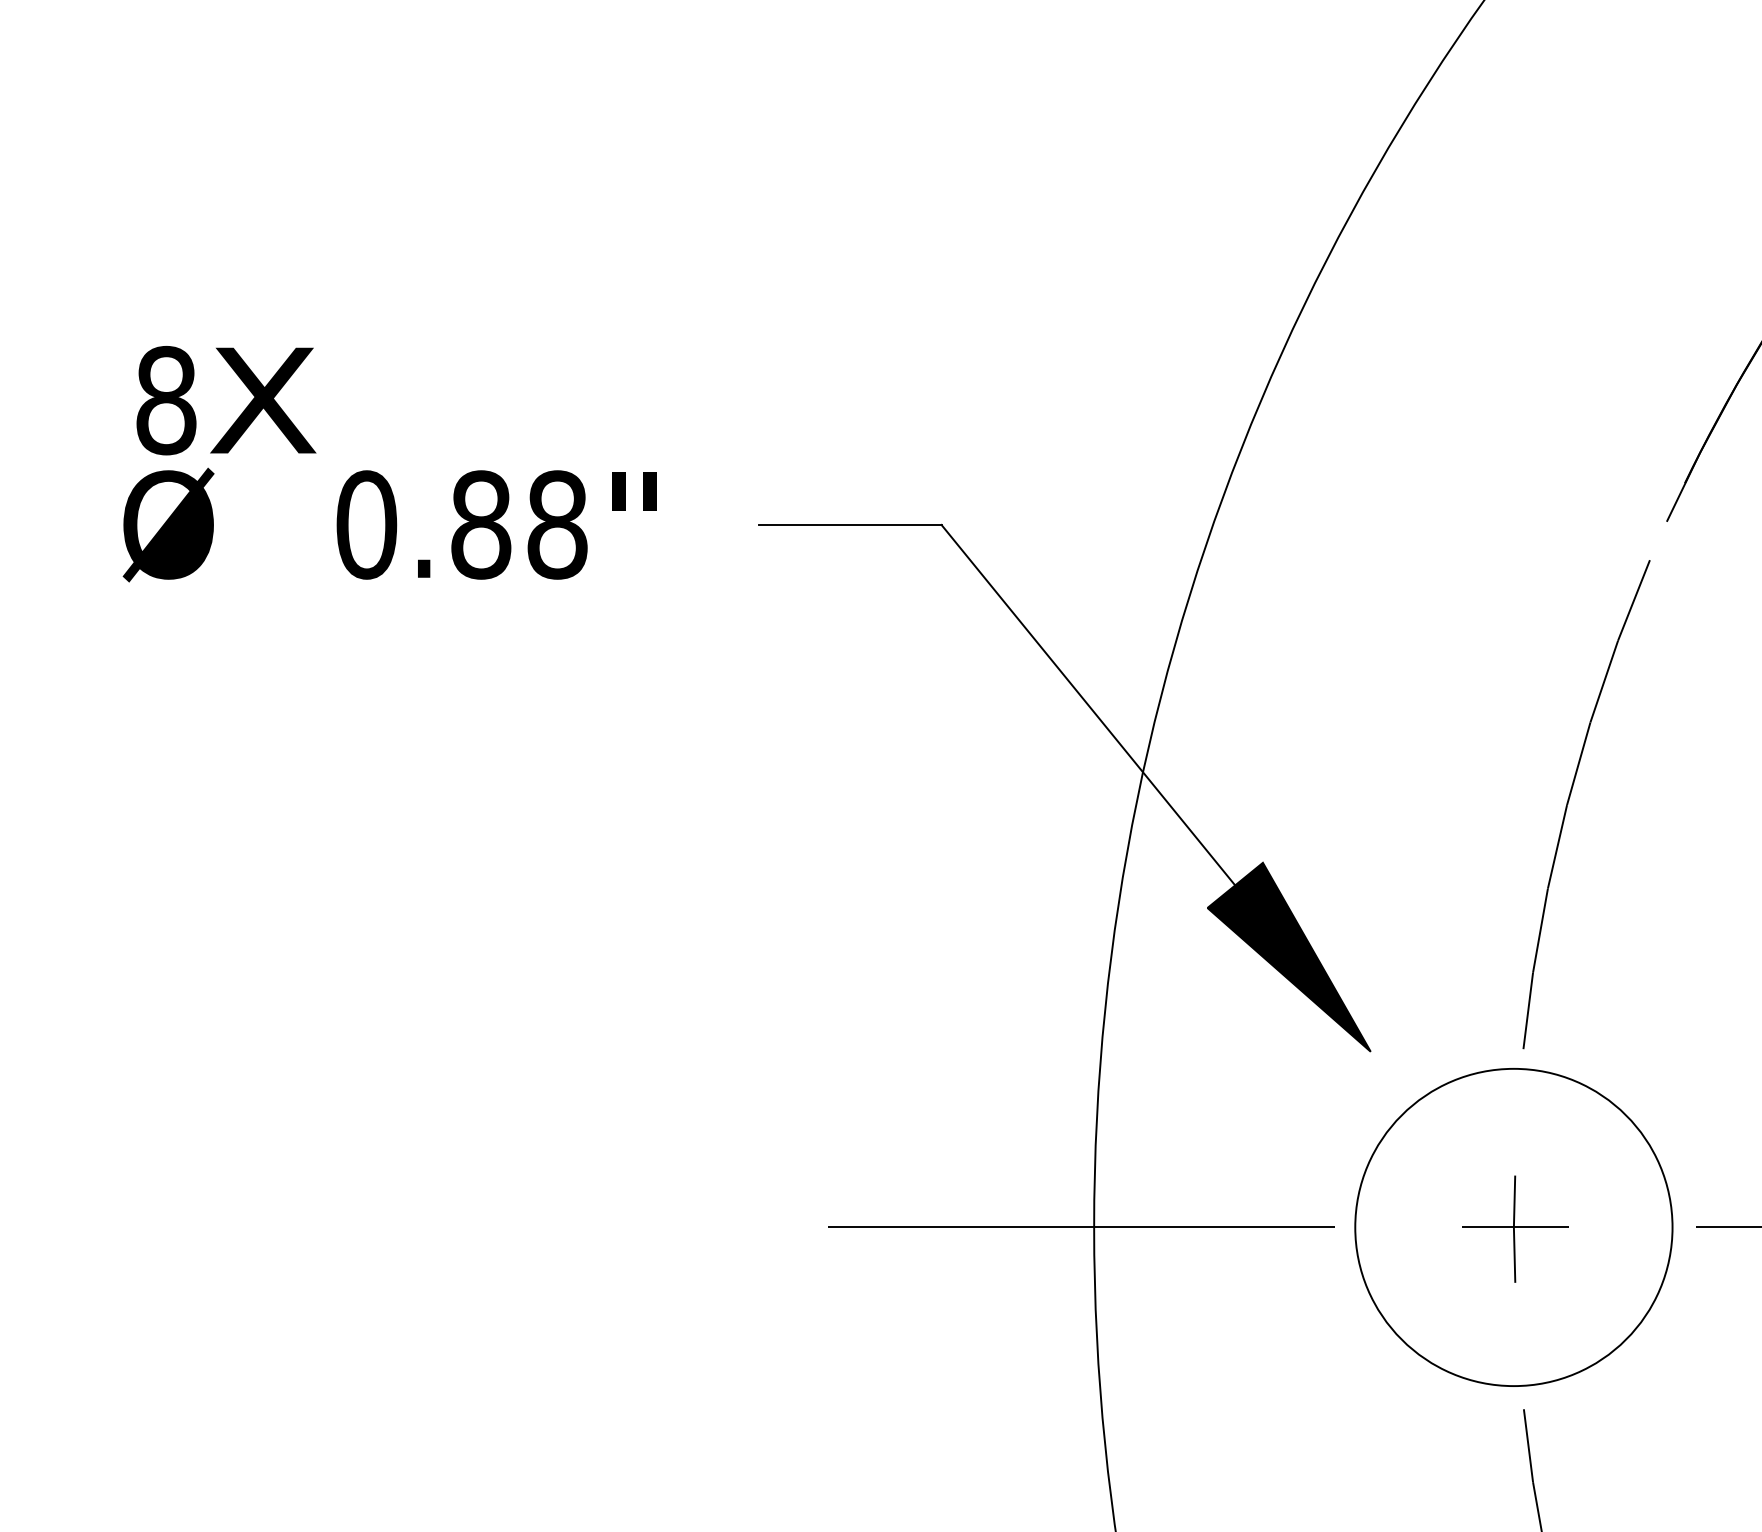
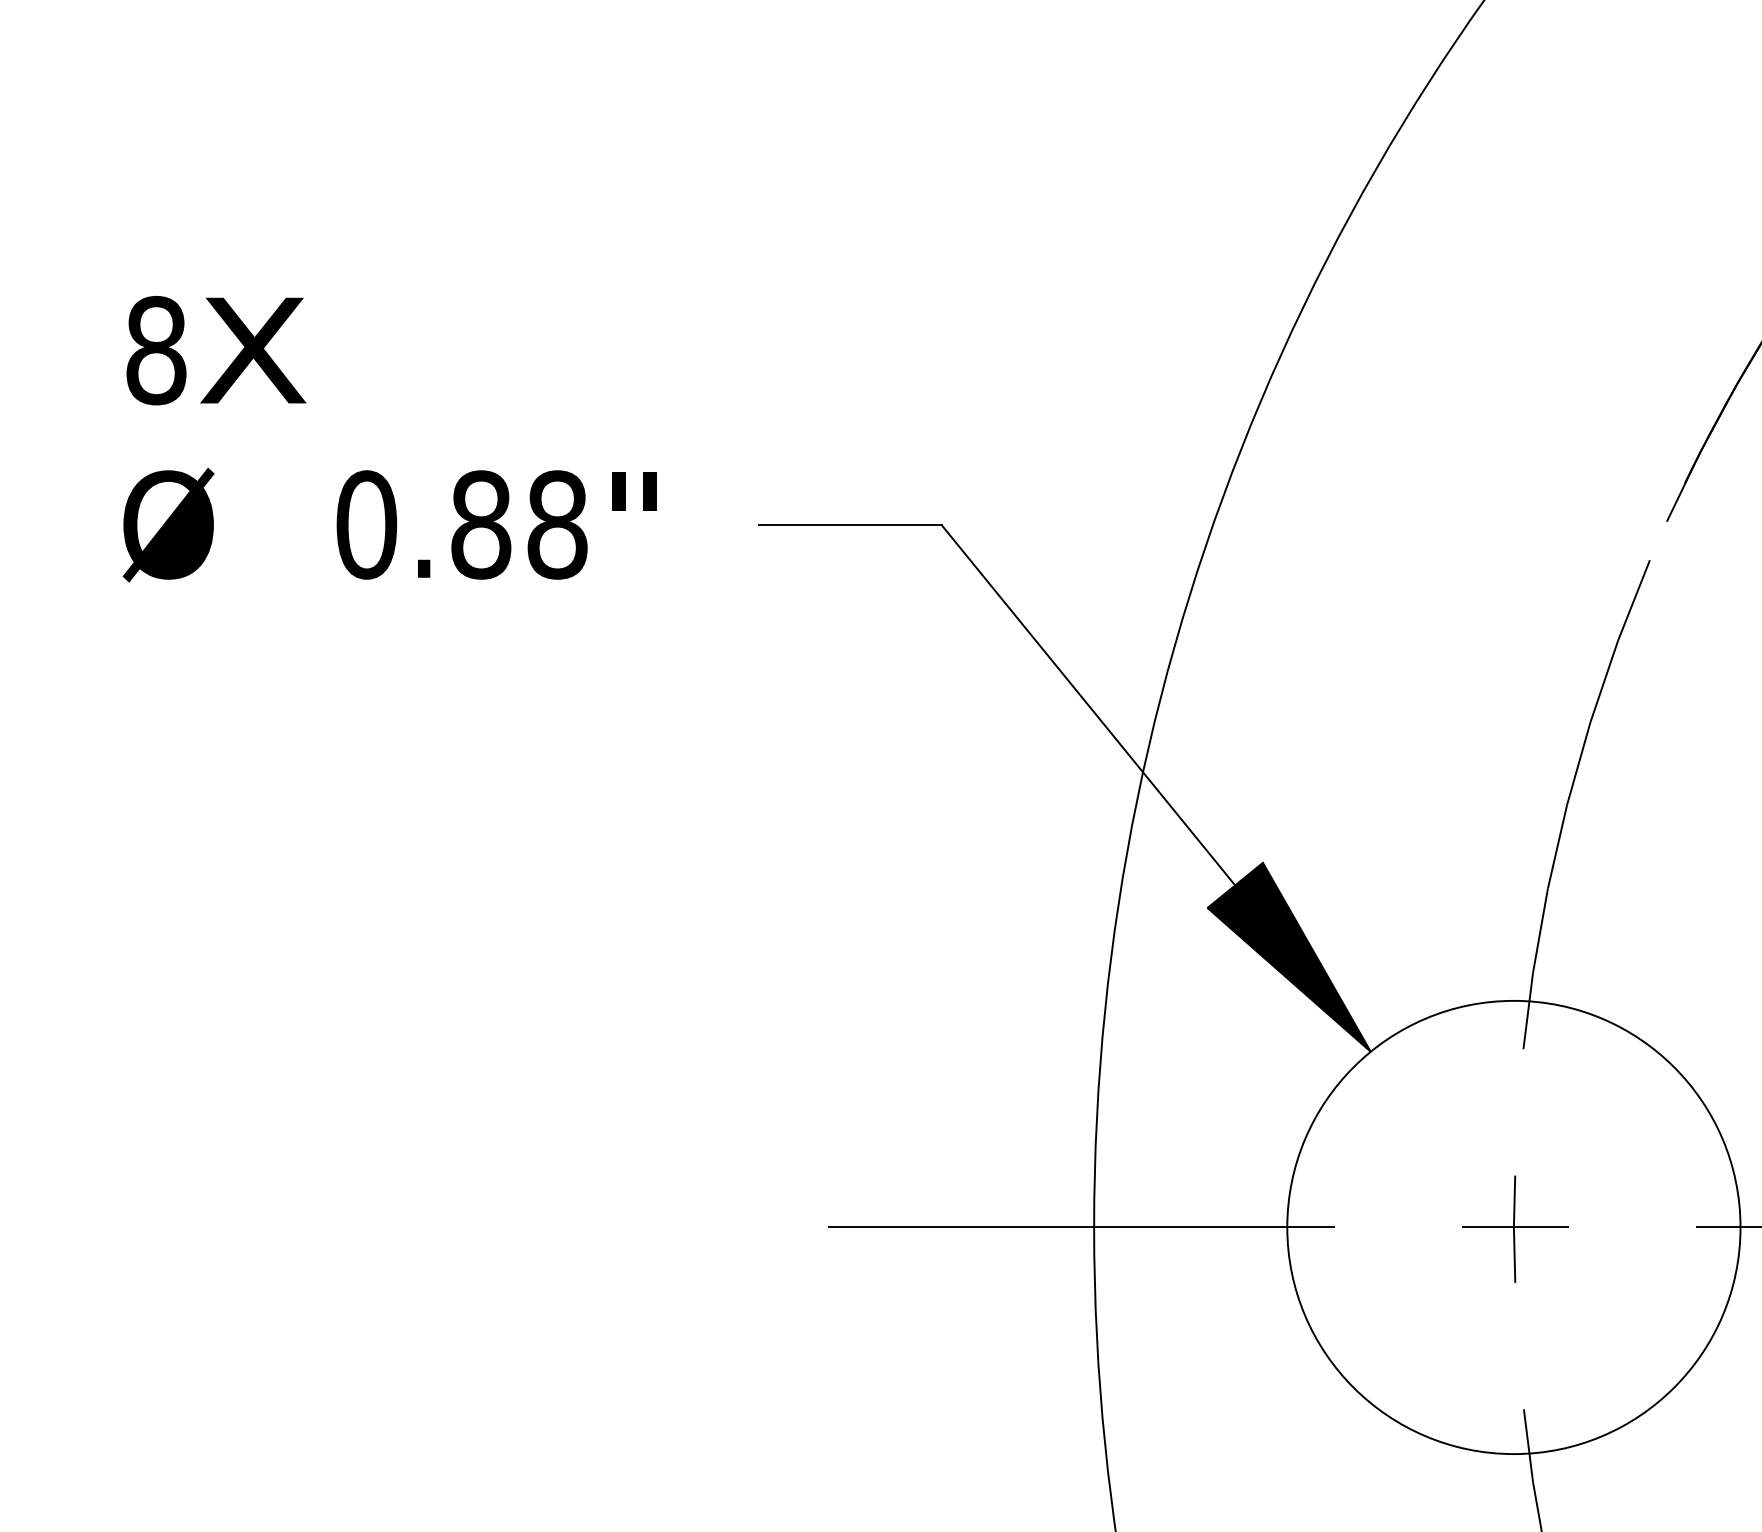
text at (226, 400) position: (226, 400) -> (216, 350)
circle at (1513, 1227) diameter: 317 px -> 453 px
